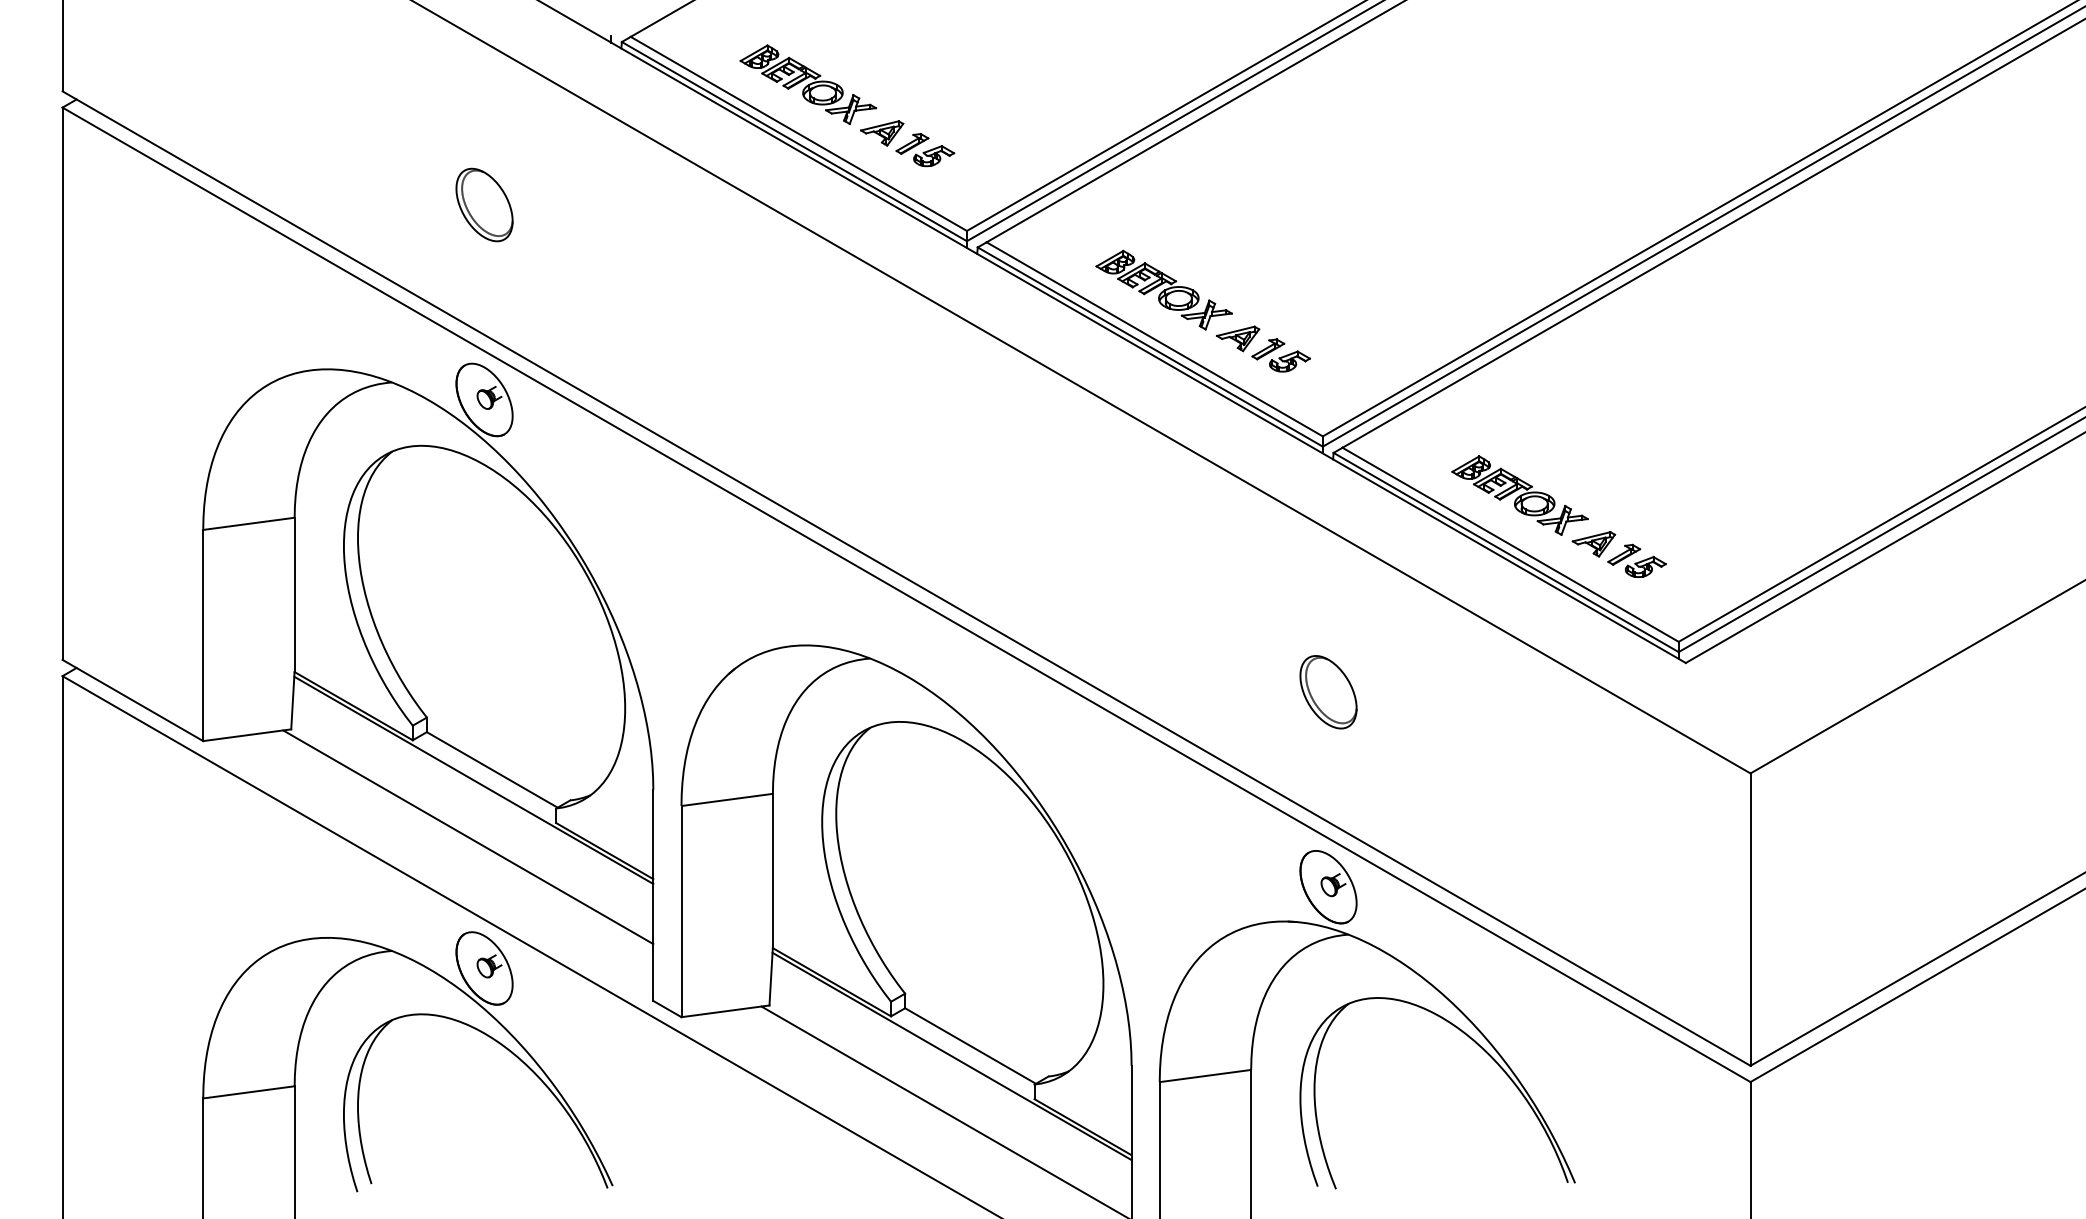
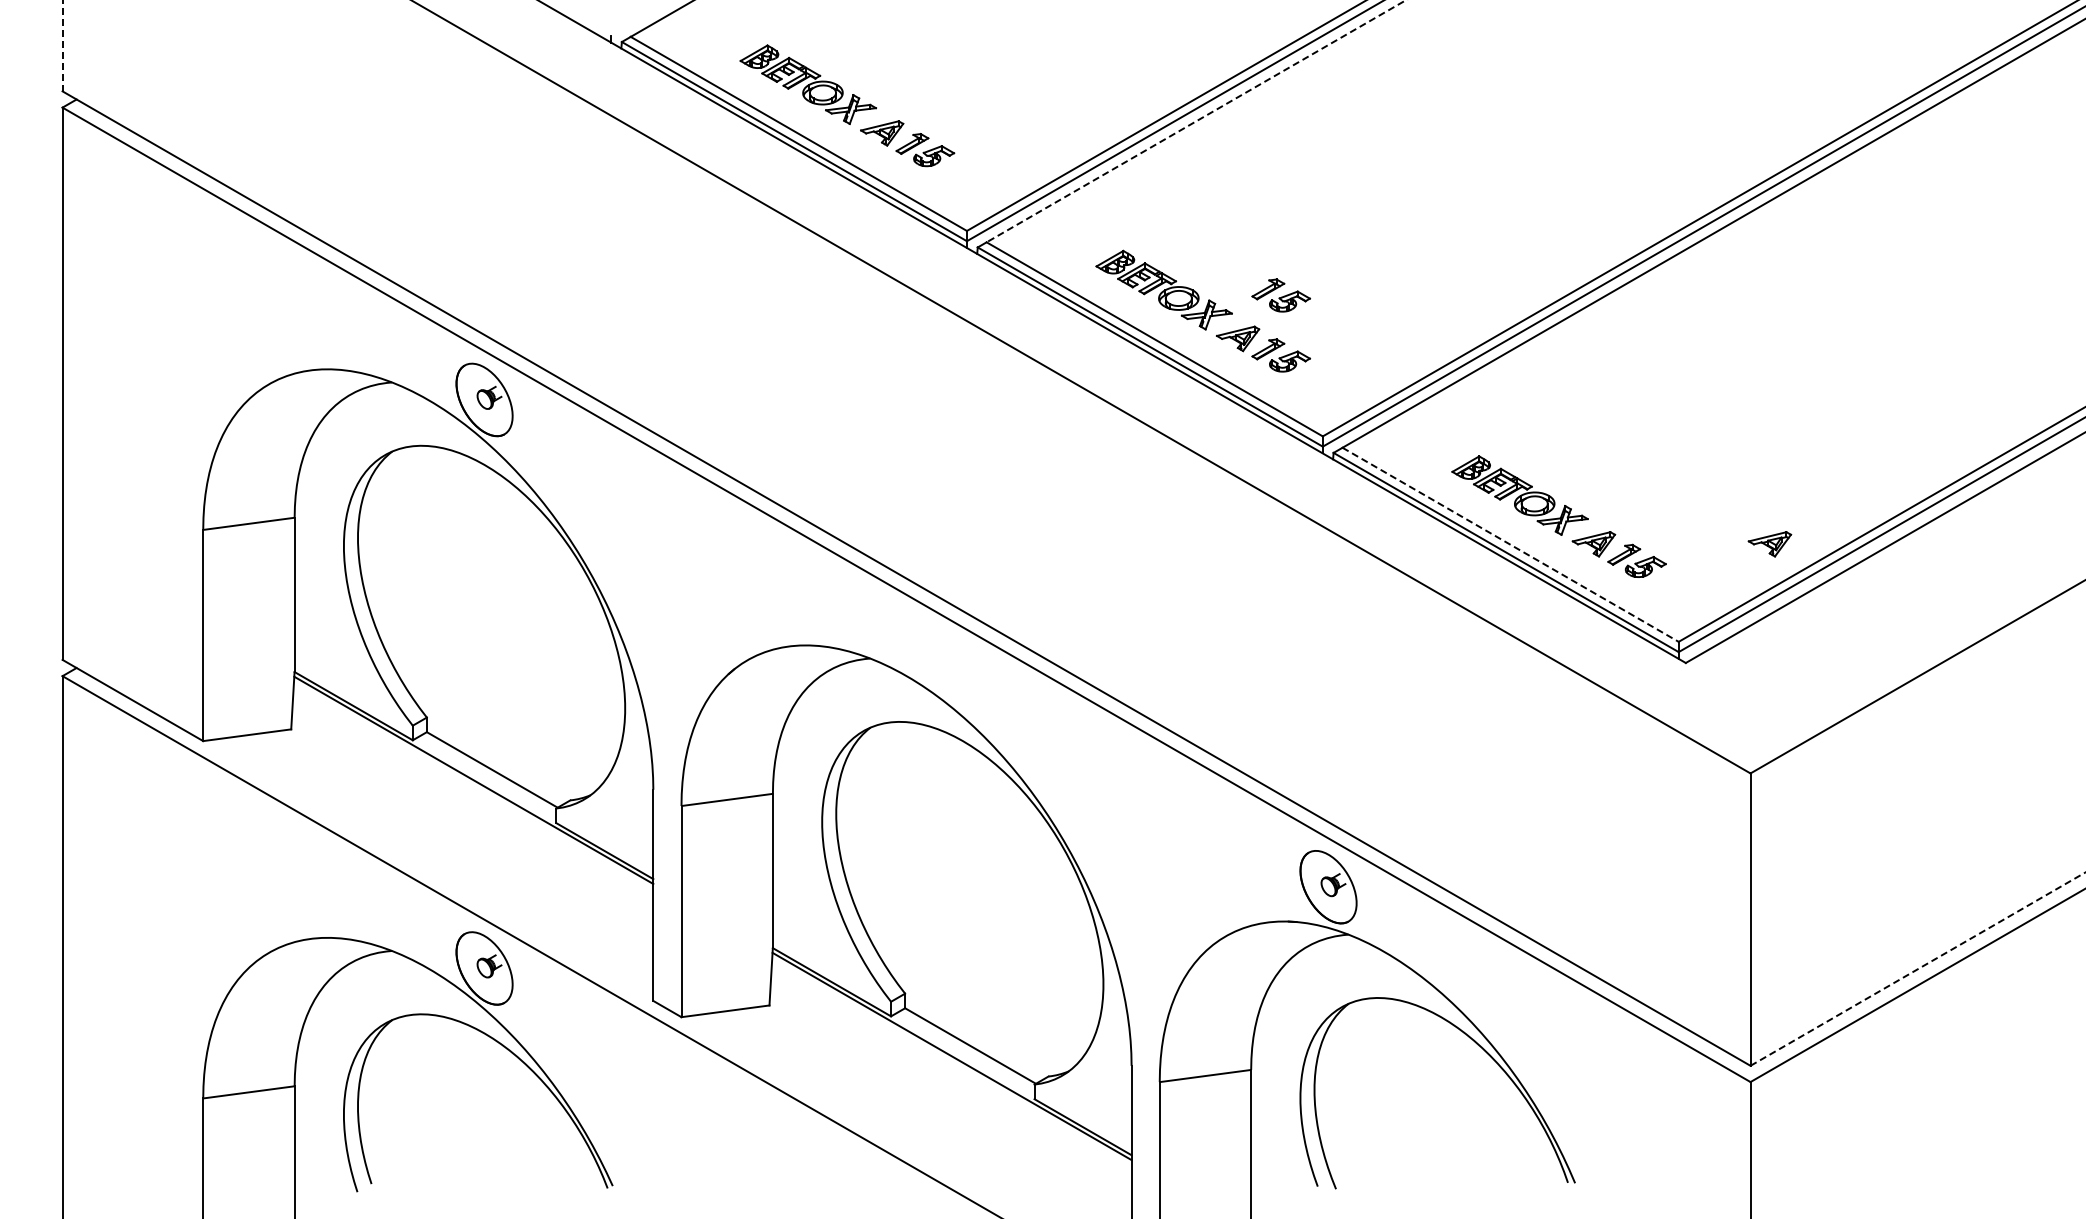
line at (62, 46): solid -> dashed
line at (1196, 121): solid -> dashed
part at (484, 204): present -> none
part at (1281, 295): none -> present
part at (1769, 544): none -> present
line at (1511, 545): solid -> dashed
part at (1328, 692): present -> none
line at (468, 837): present -> none
line at (1918, 968): solid -> dashed
line at (942, 1110): present -> none
